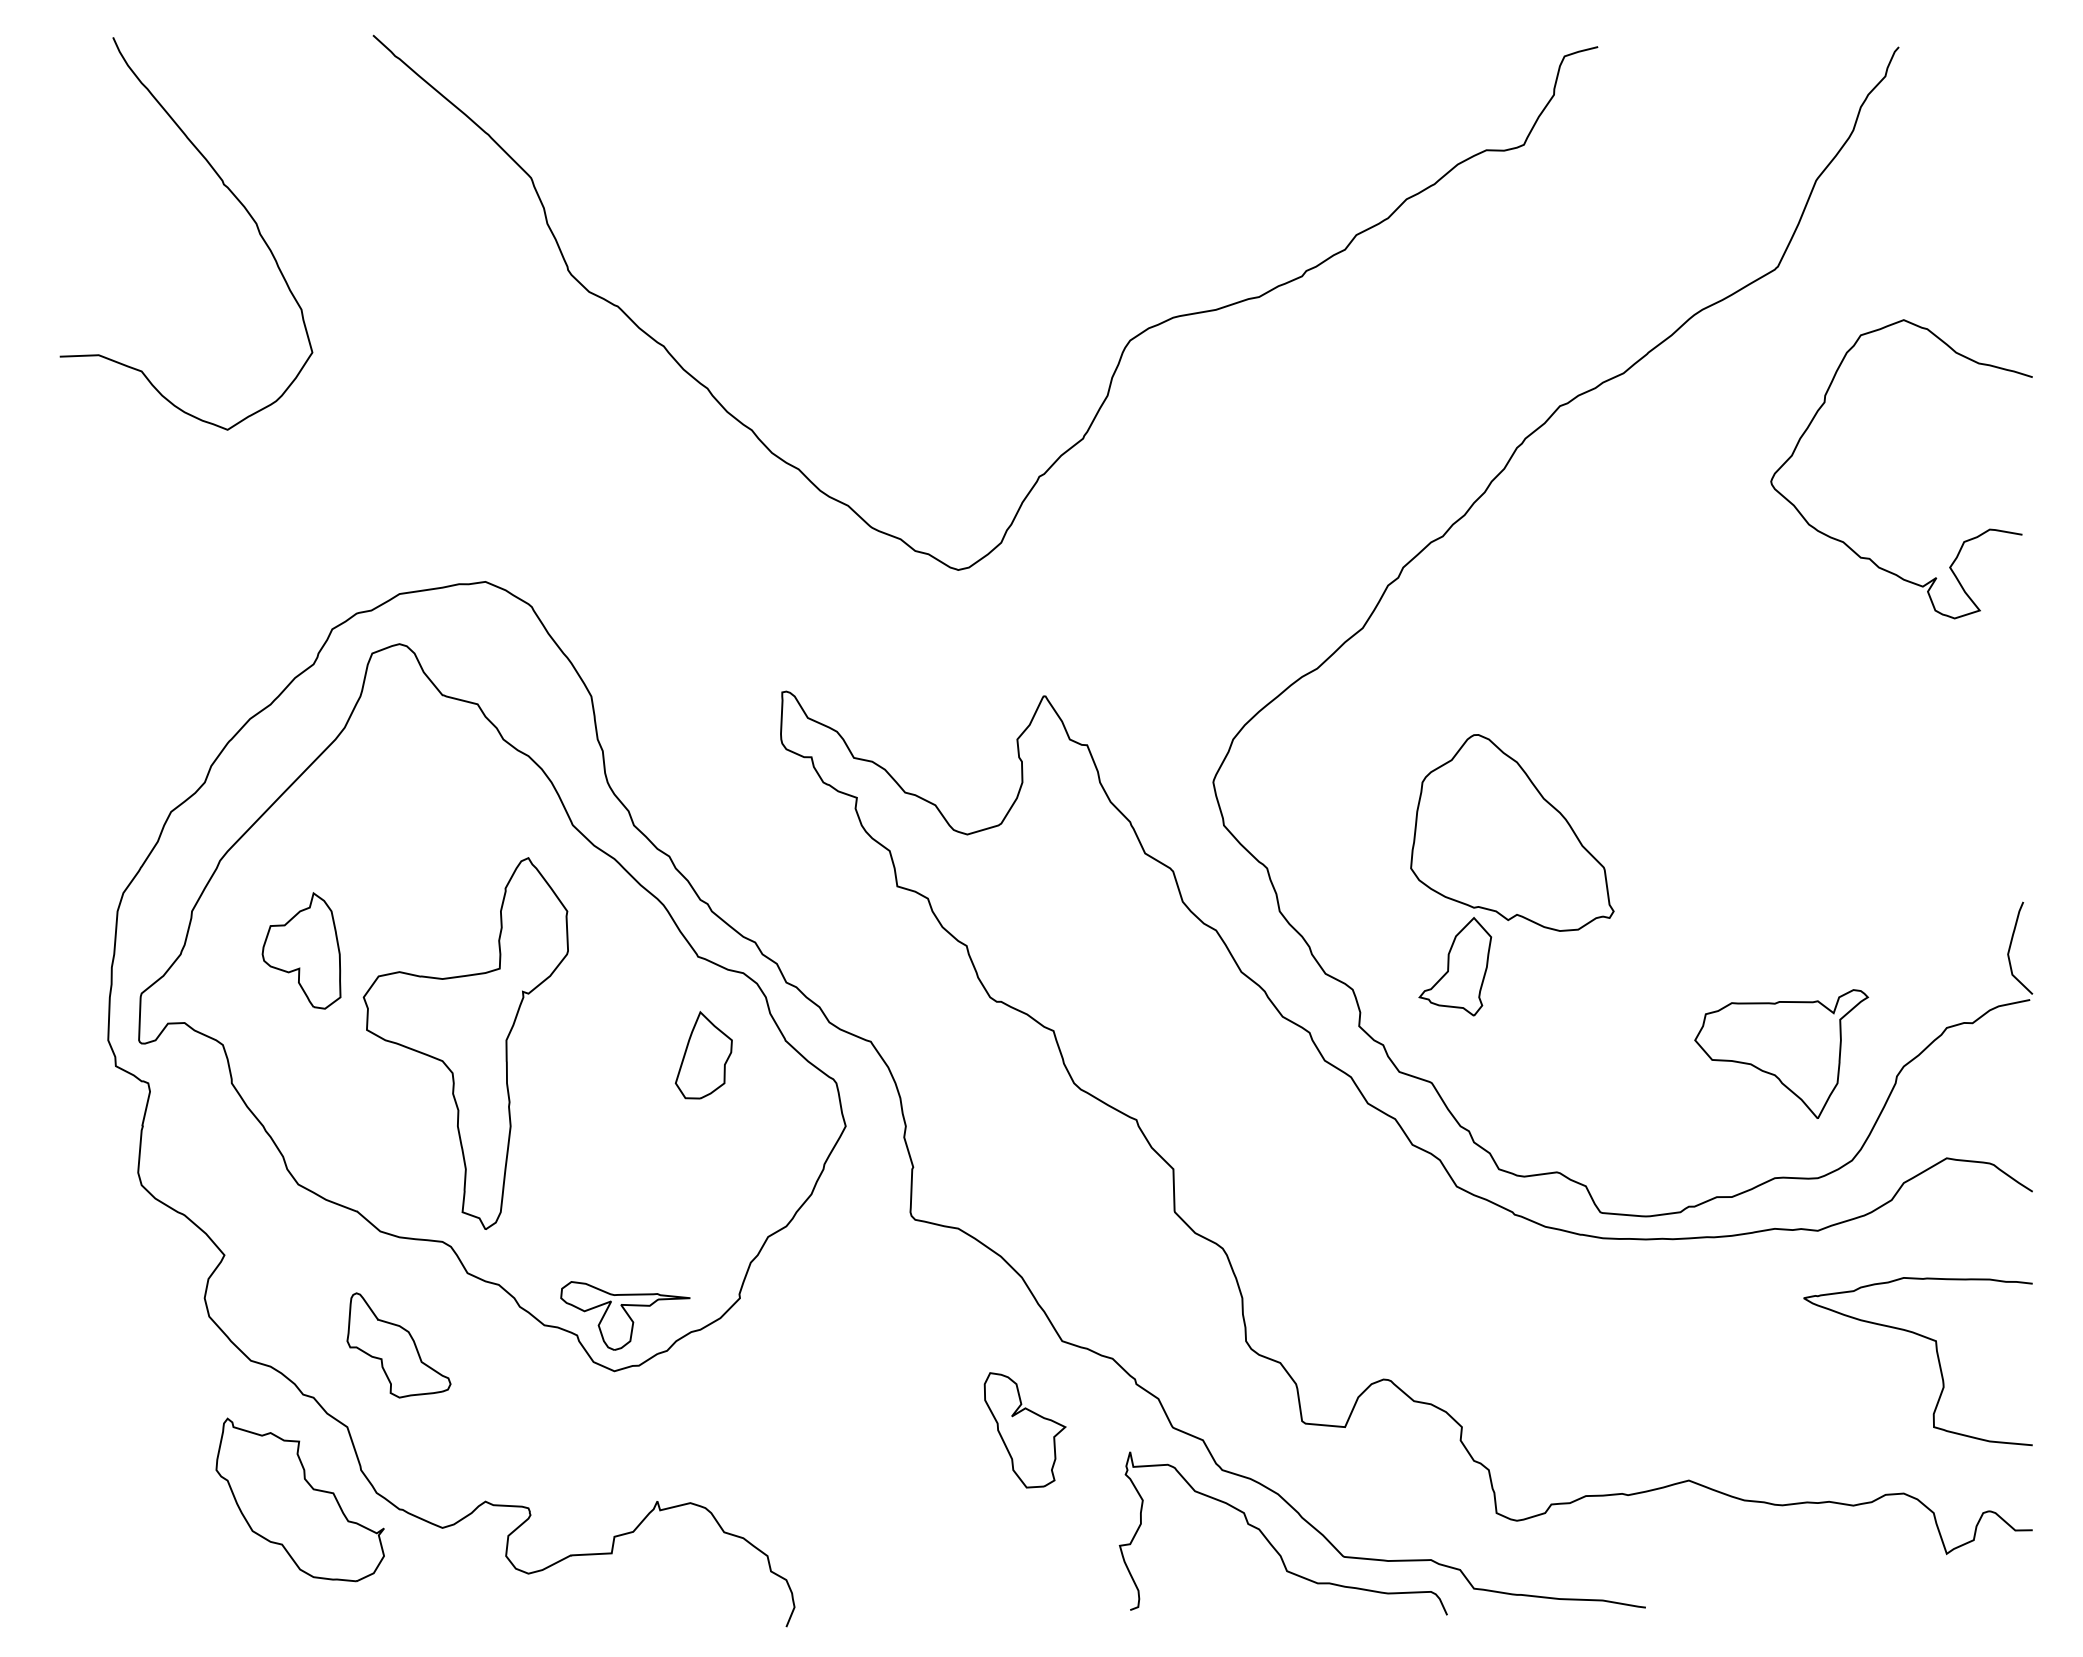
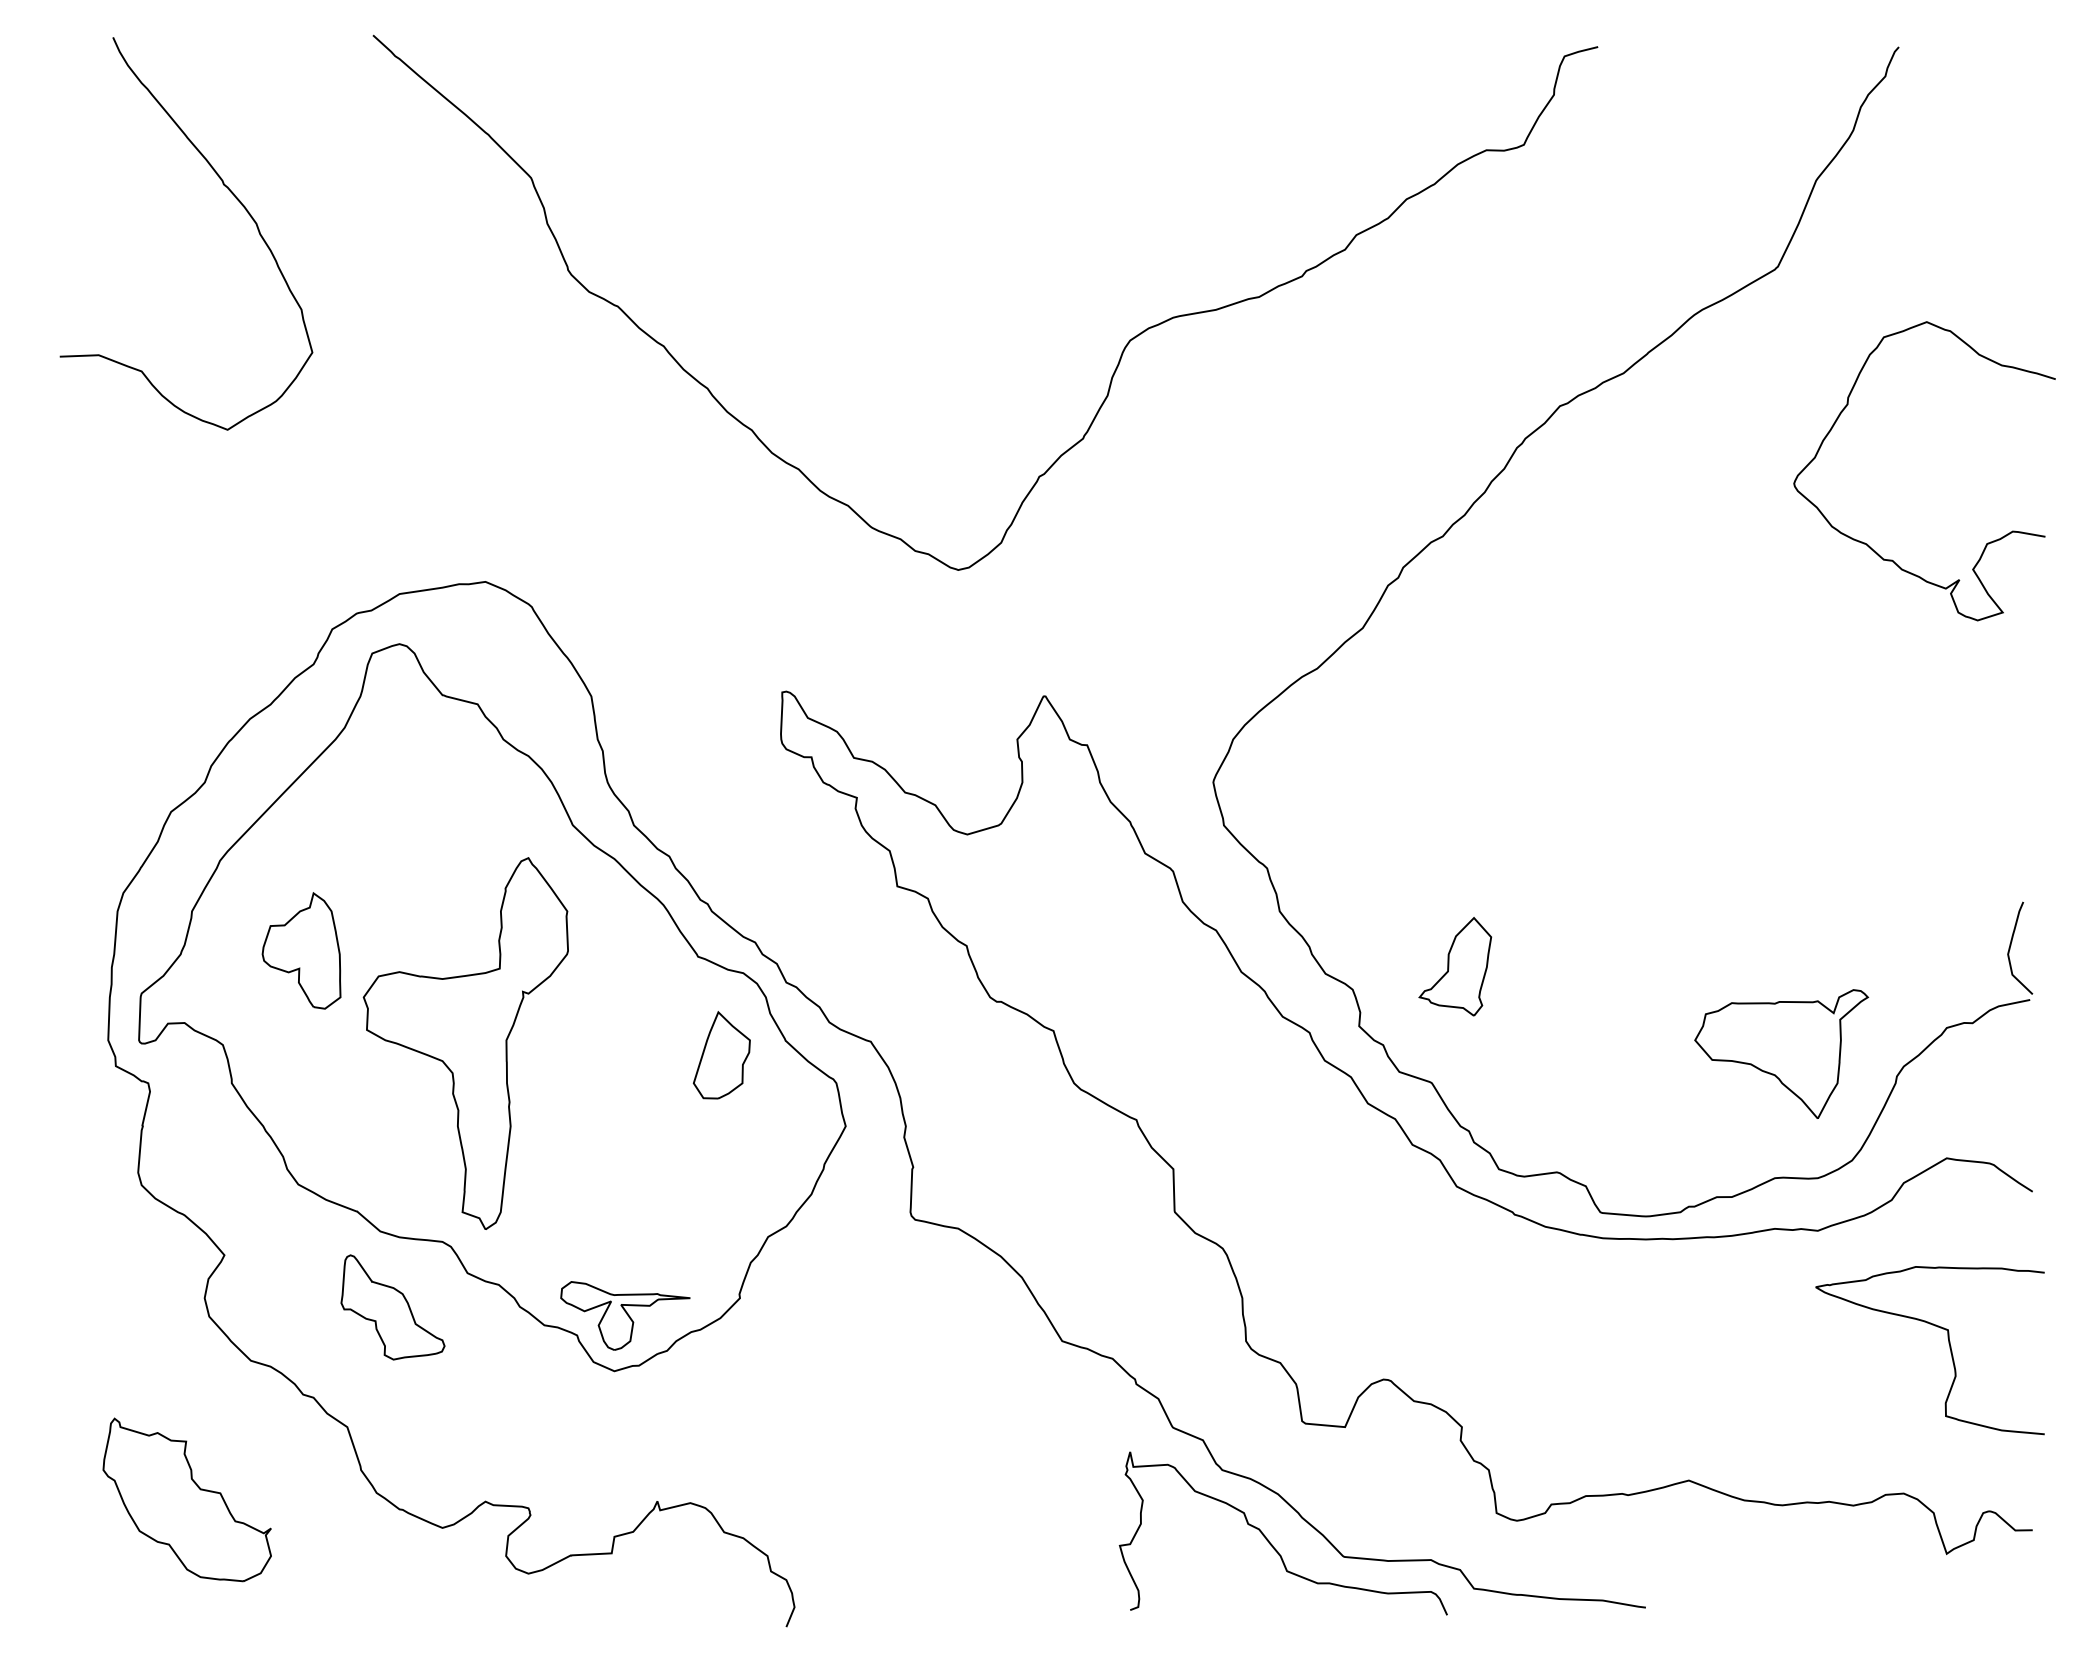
curve at (1844, 541) position: (1844, 541) -> (1867, 543)
part at (1512, 832): present -> none
part at (703, 1055) position: (703, 1055) -> (721, 1055)
part at (398, 1345) position: (398, 1345) -> (392, 1307)
curve at (1937, 1359) position: (1937, 1359) -> (1949, 1348)
part at (1024, 1430): present -> none
part at (299, 1499) position: (299, 1499) -> (186, 1499)
